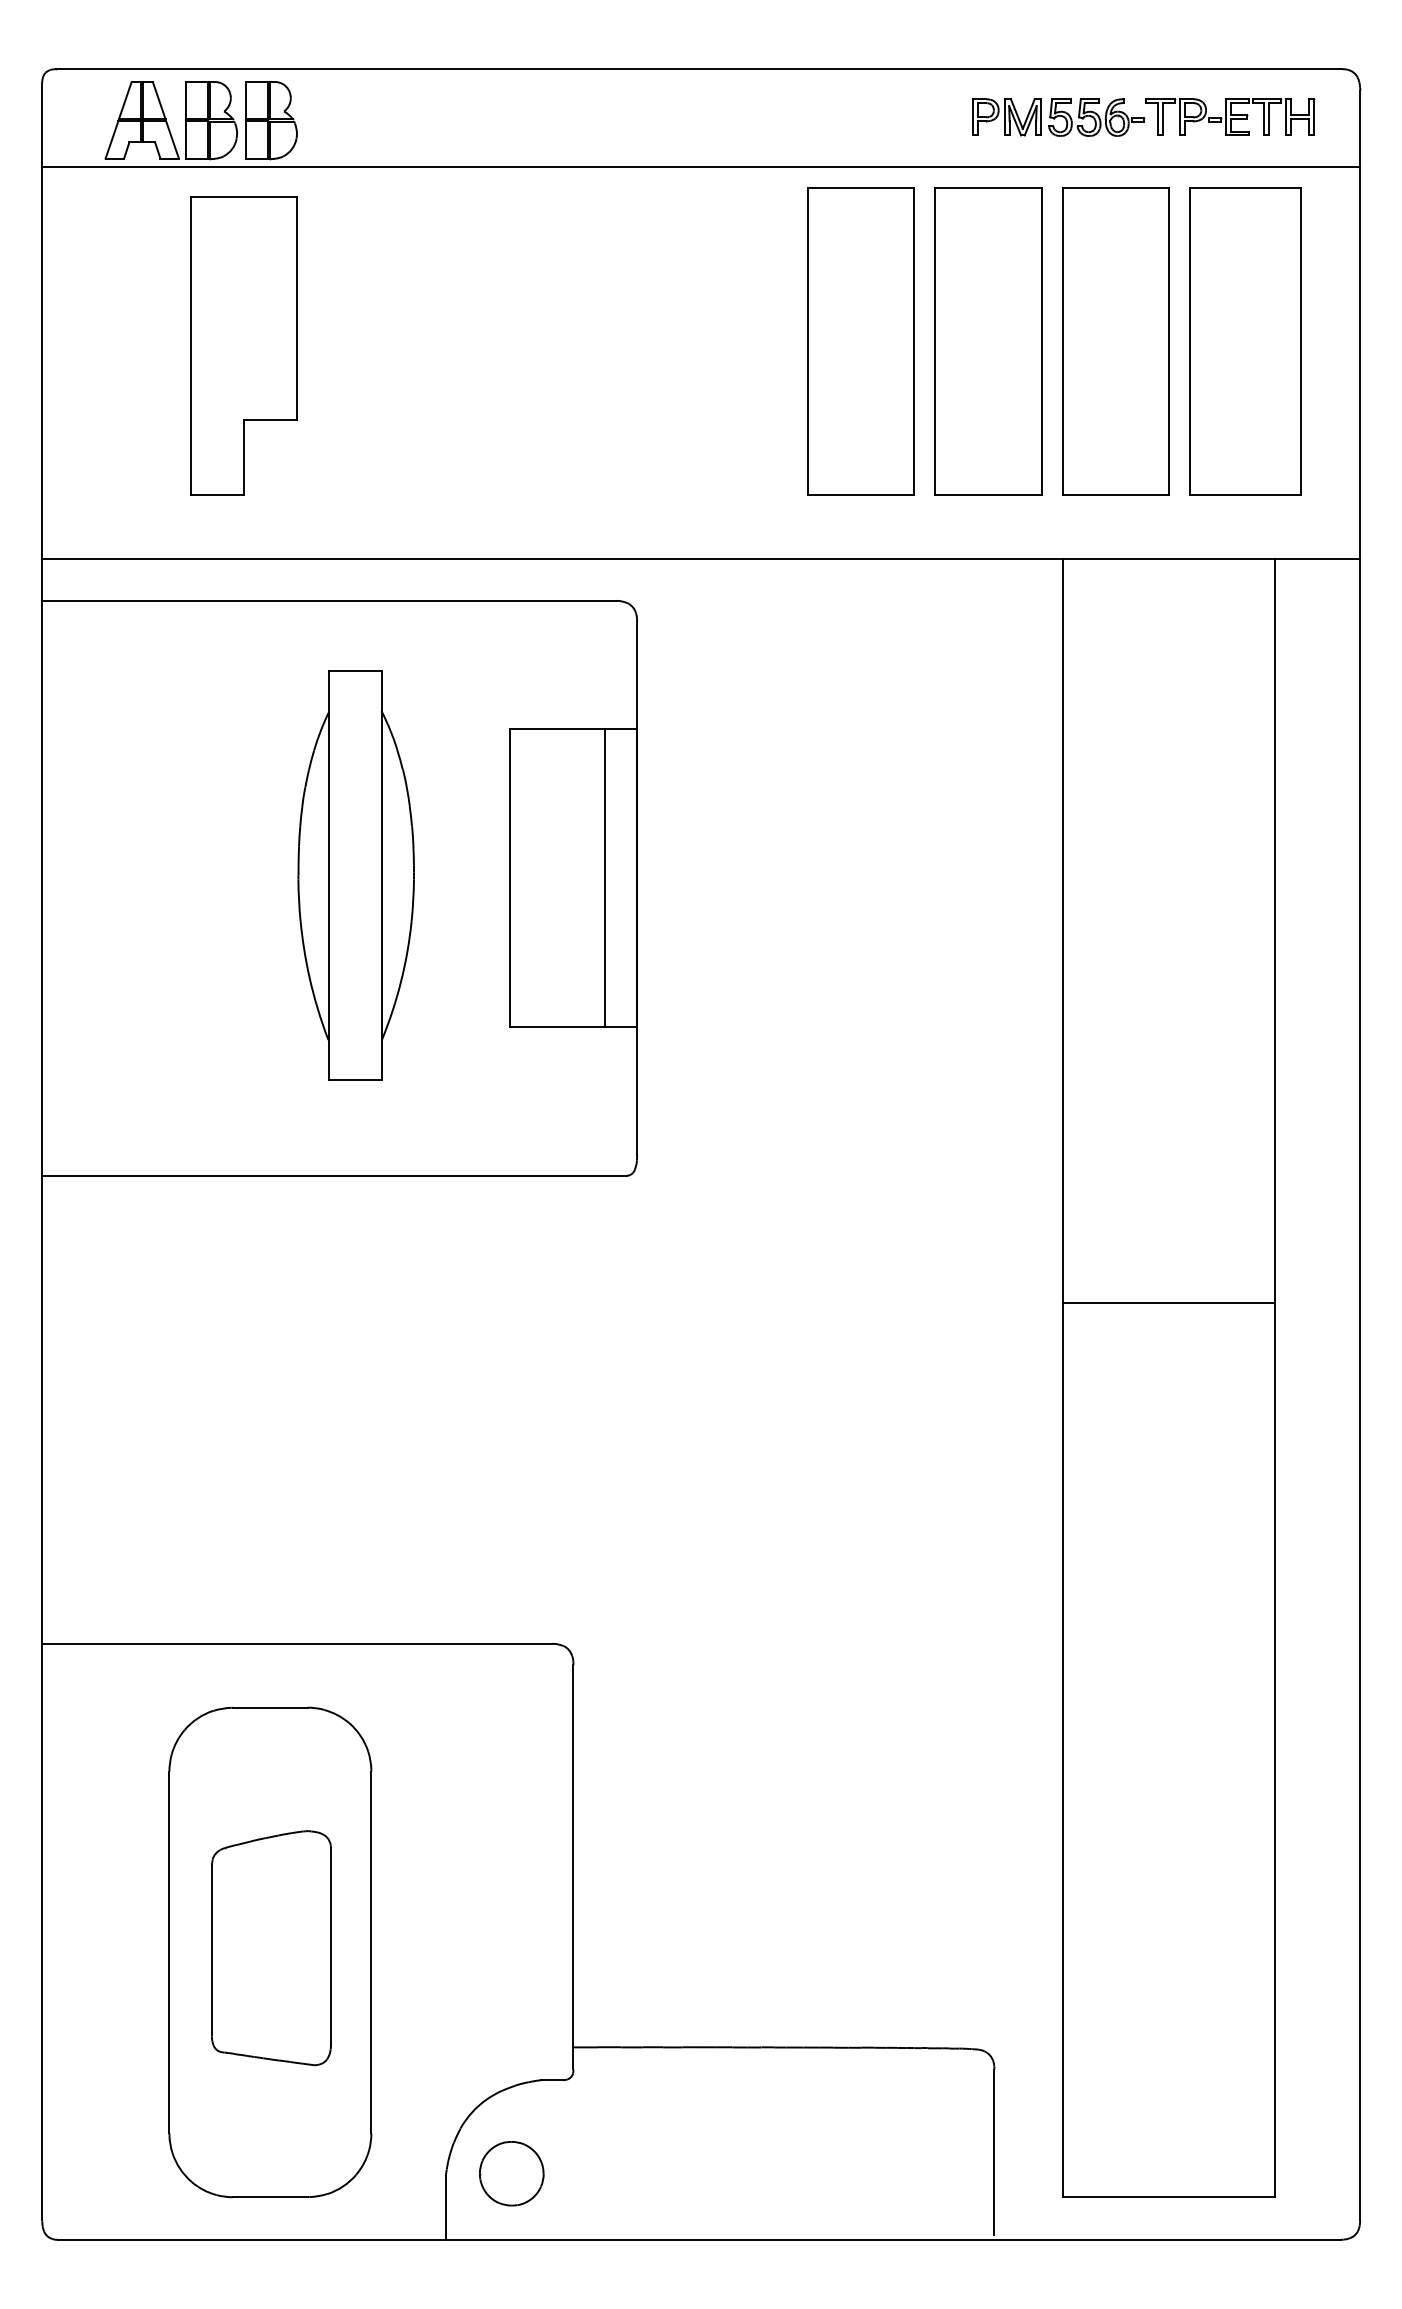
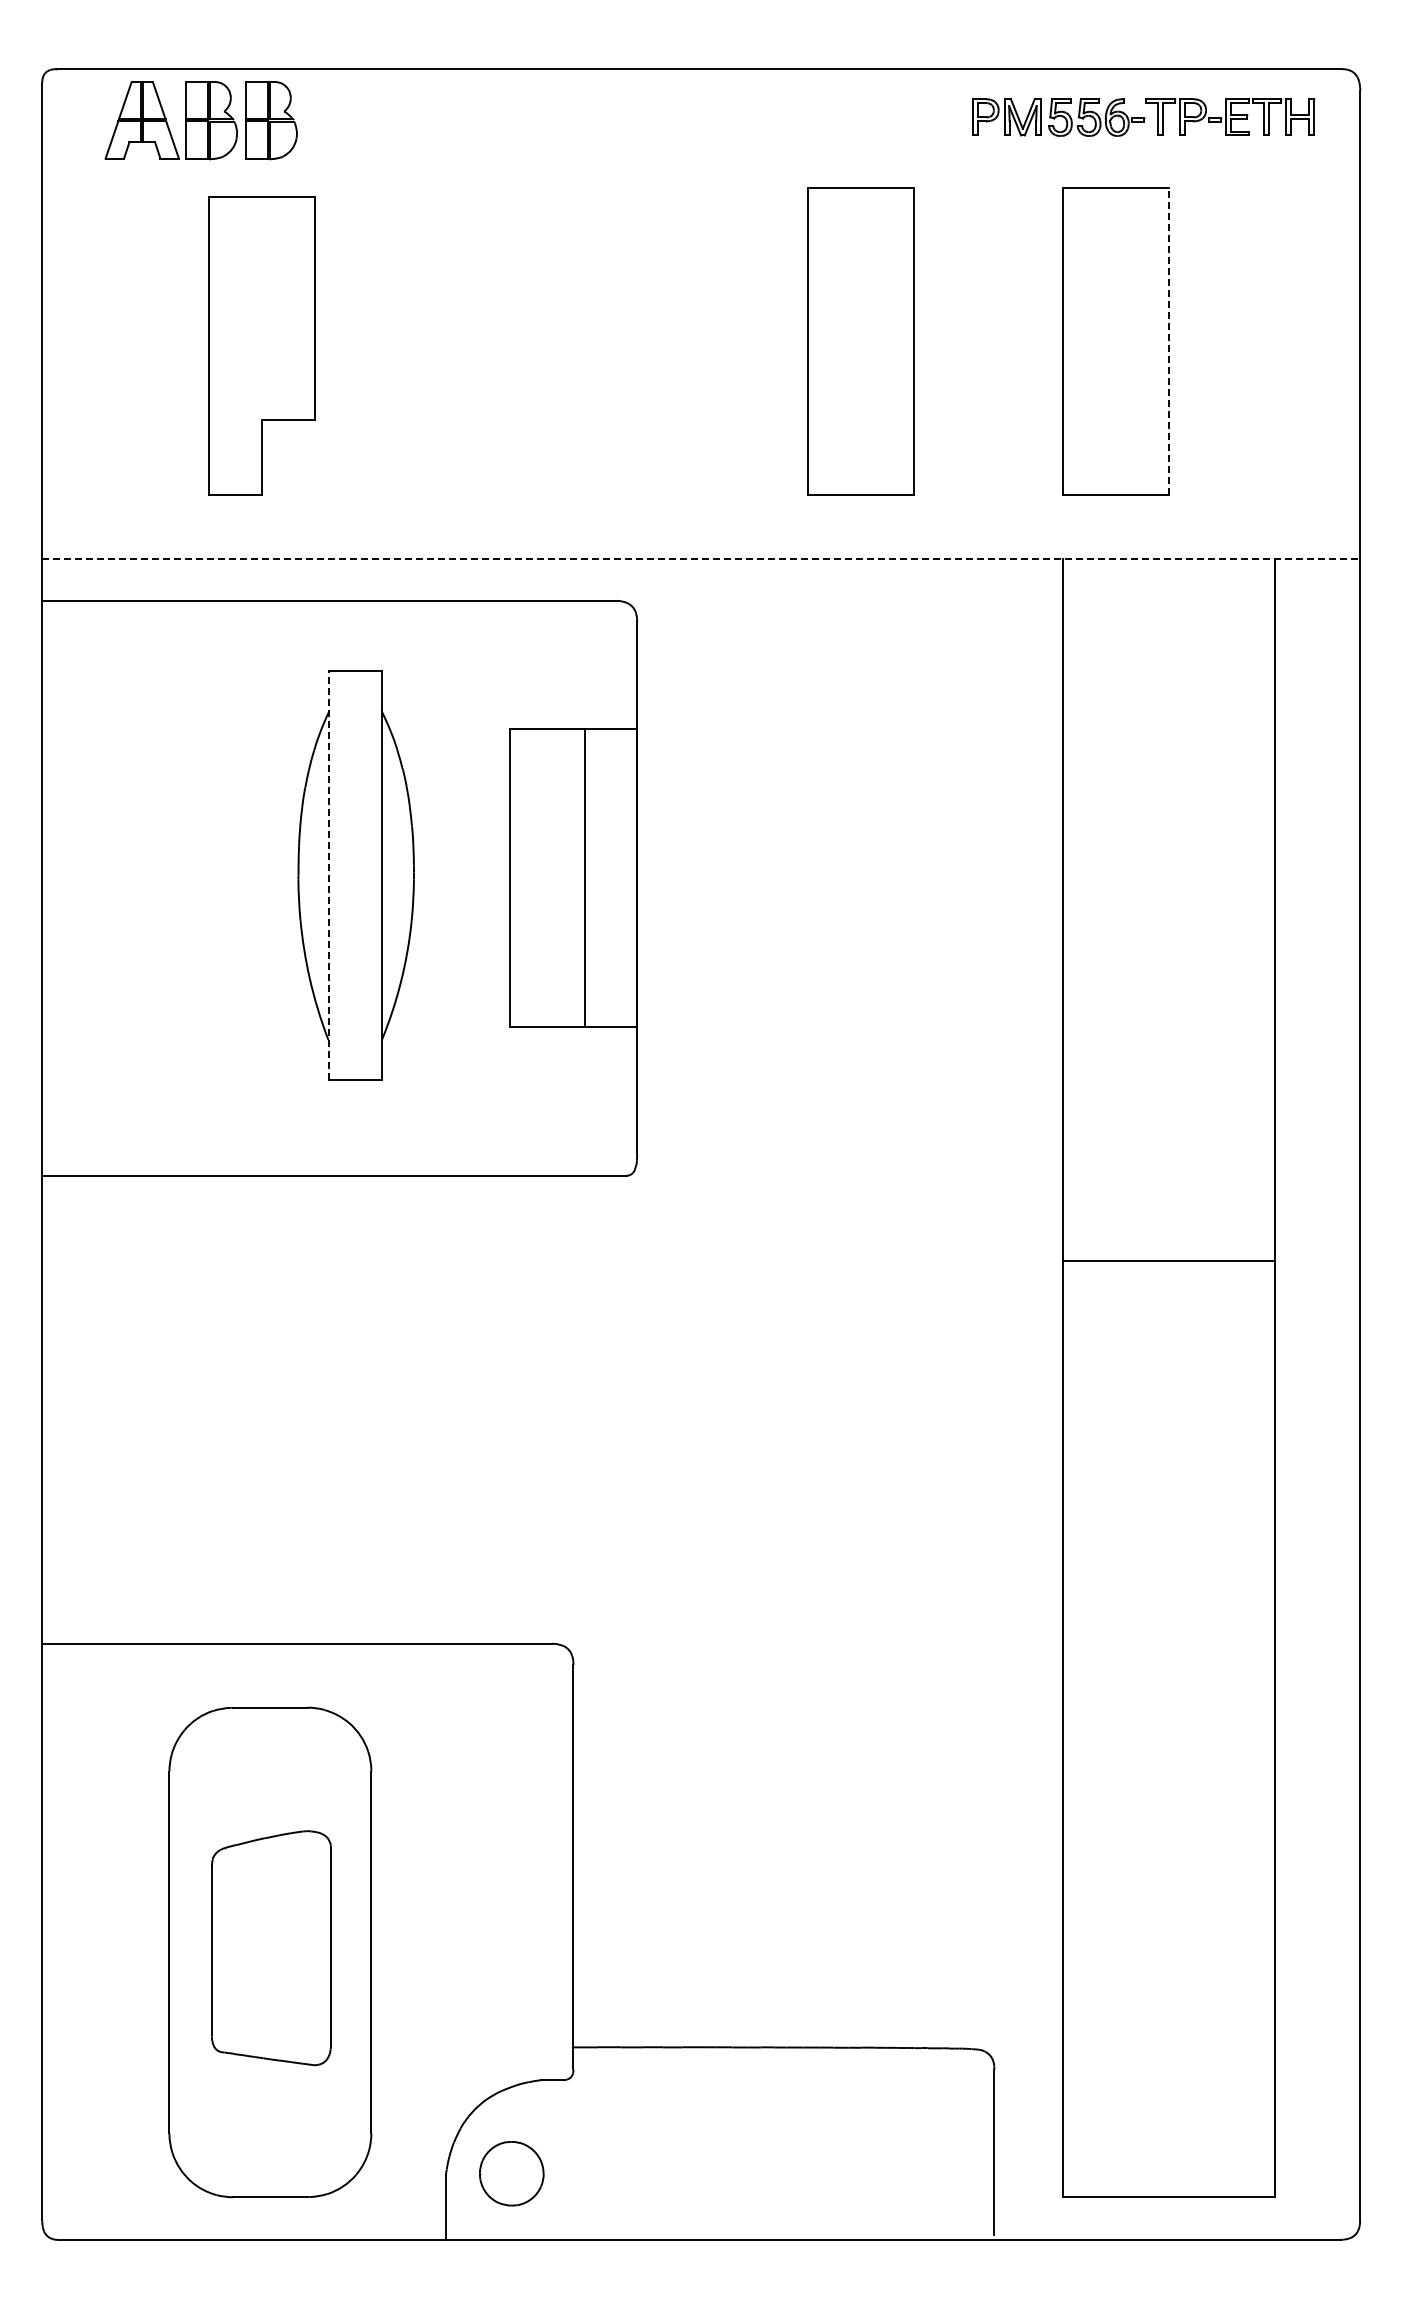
line at (700, 167): present -> none
line at (1169, 340): solid -> dashed
part at (988, 341): present -> none
part at (1245, 341): present -> none
part at (243, 345) position: (243, 345) -> (261, 345)
line at (701, 558): solid -> dashed
line at (328, 875): solid -> dashed
line at (605, 877) position: (605, 877) -> (585, 877)
line at (1168, 1303) position: (1168, 1303) -> (1168, 1261)
